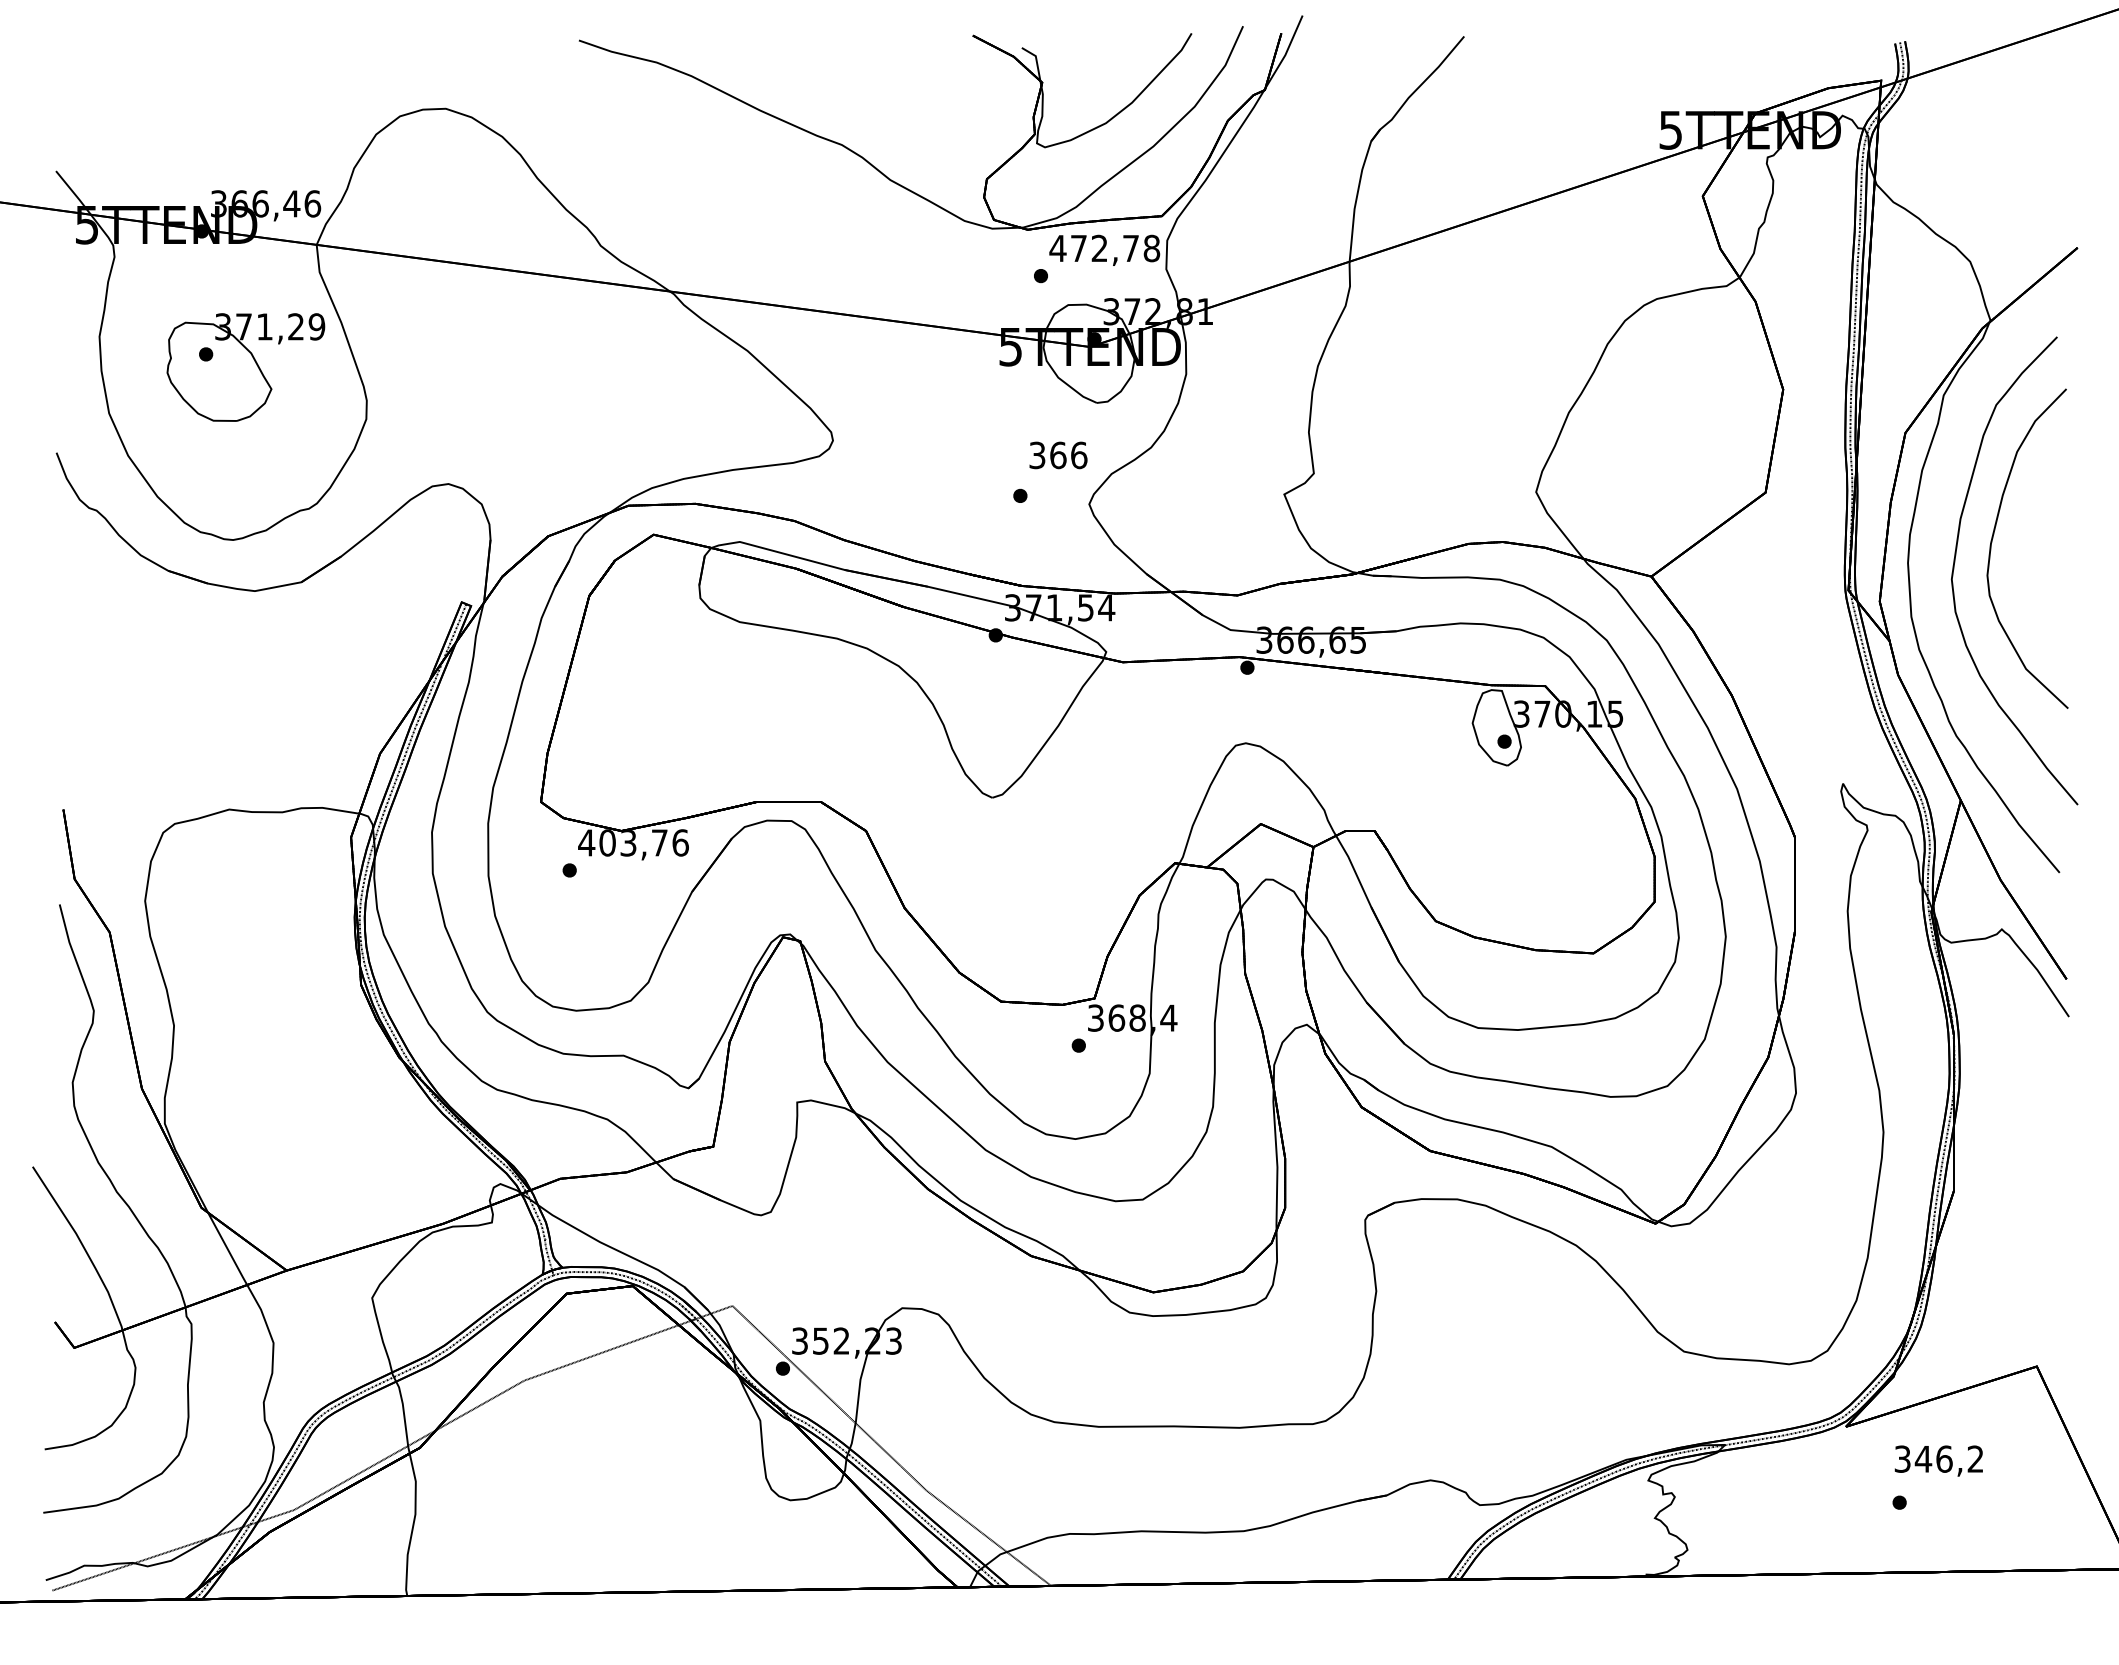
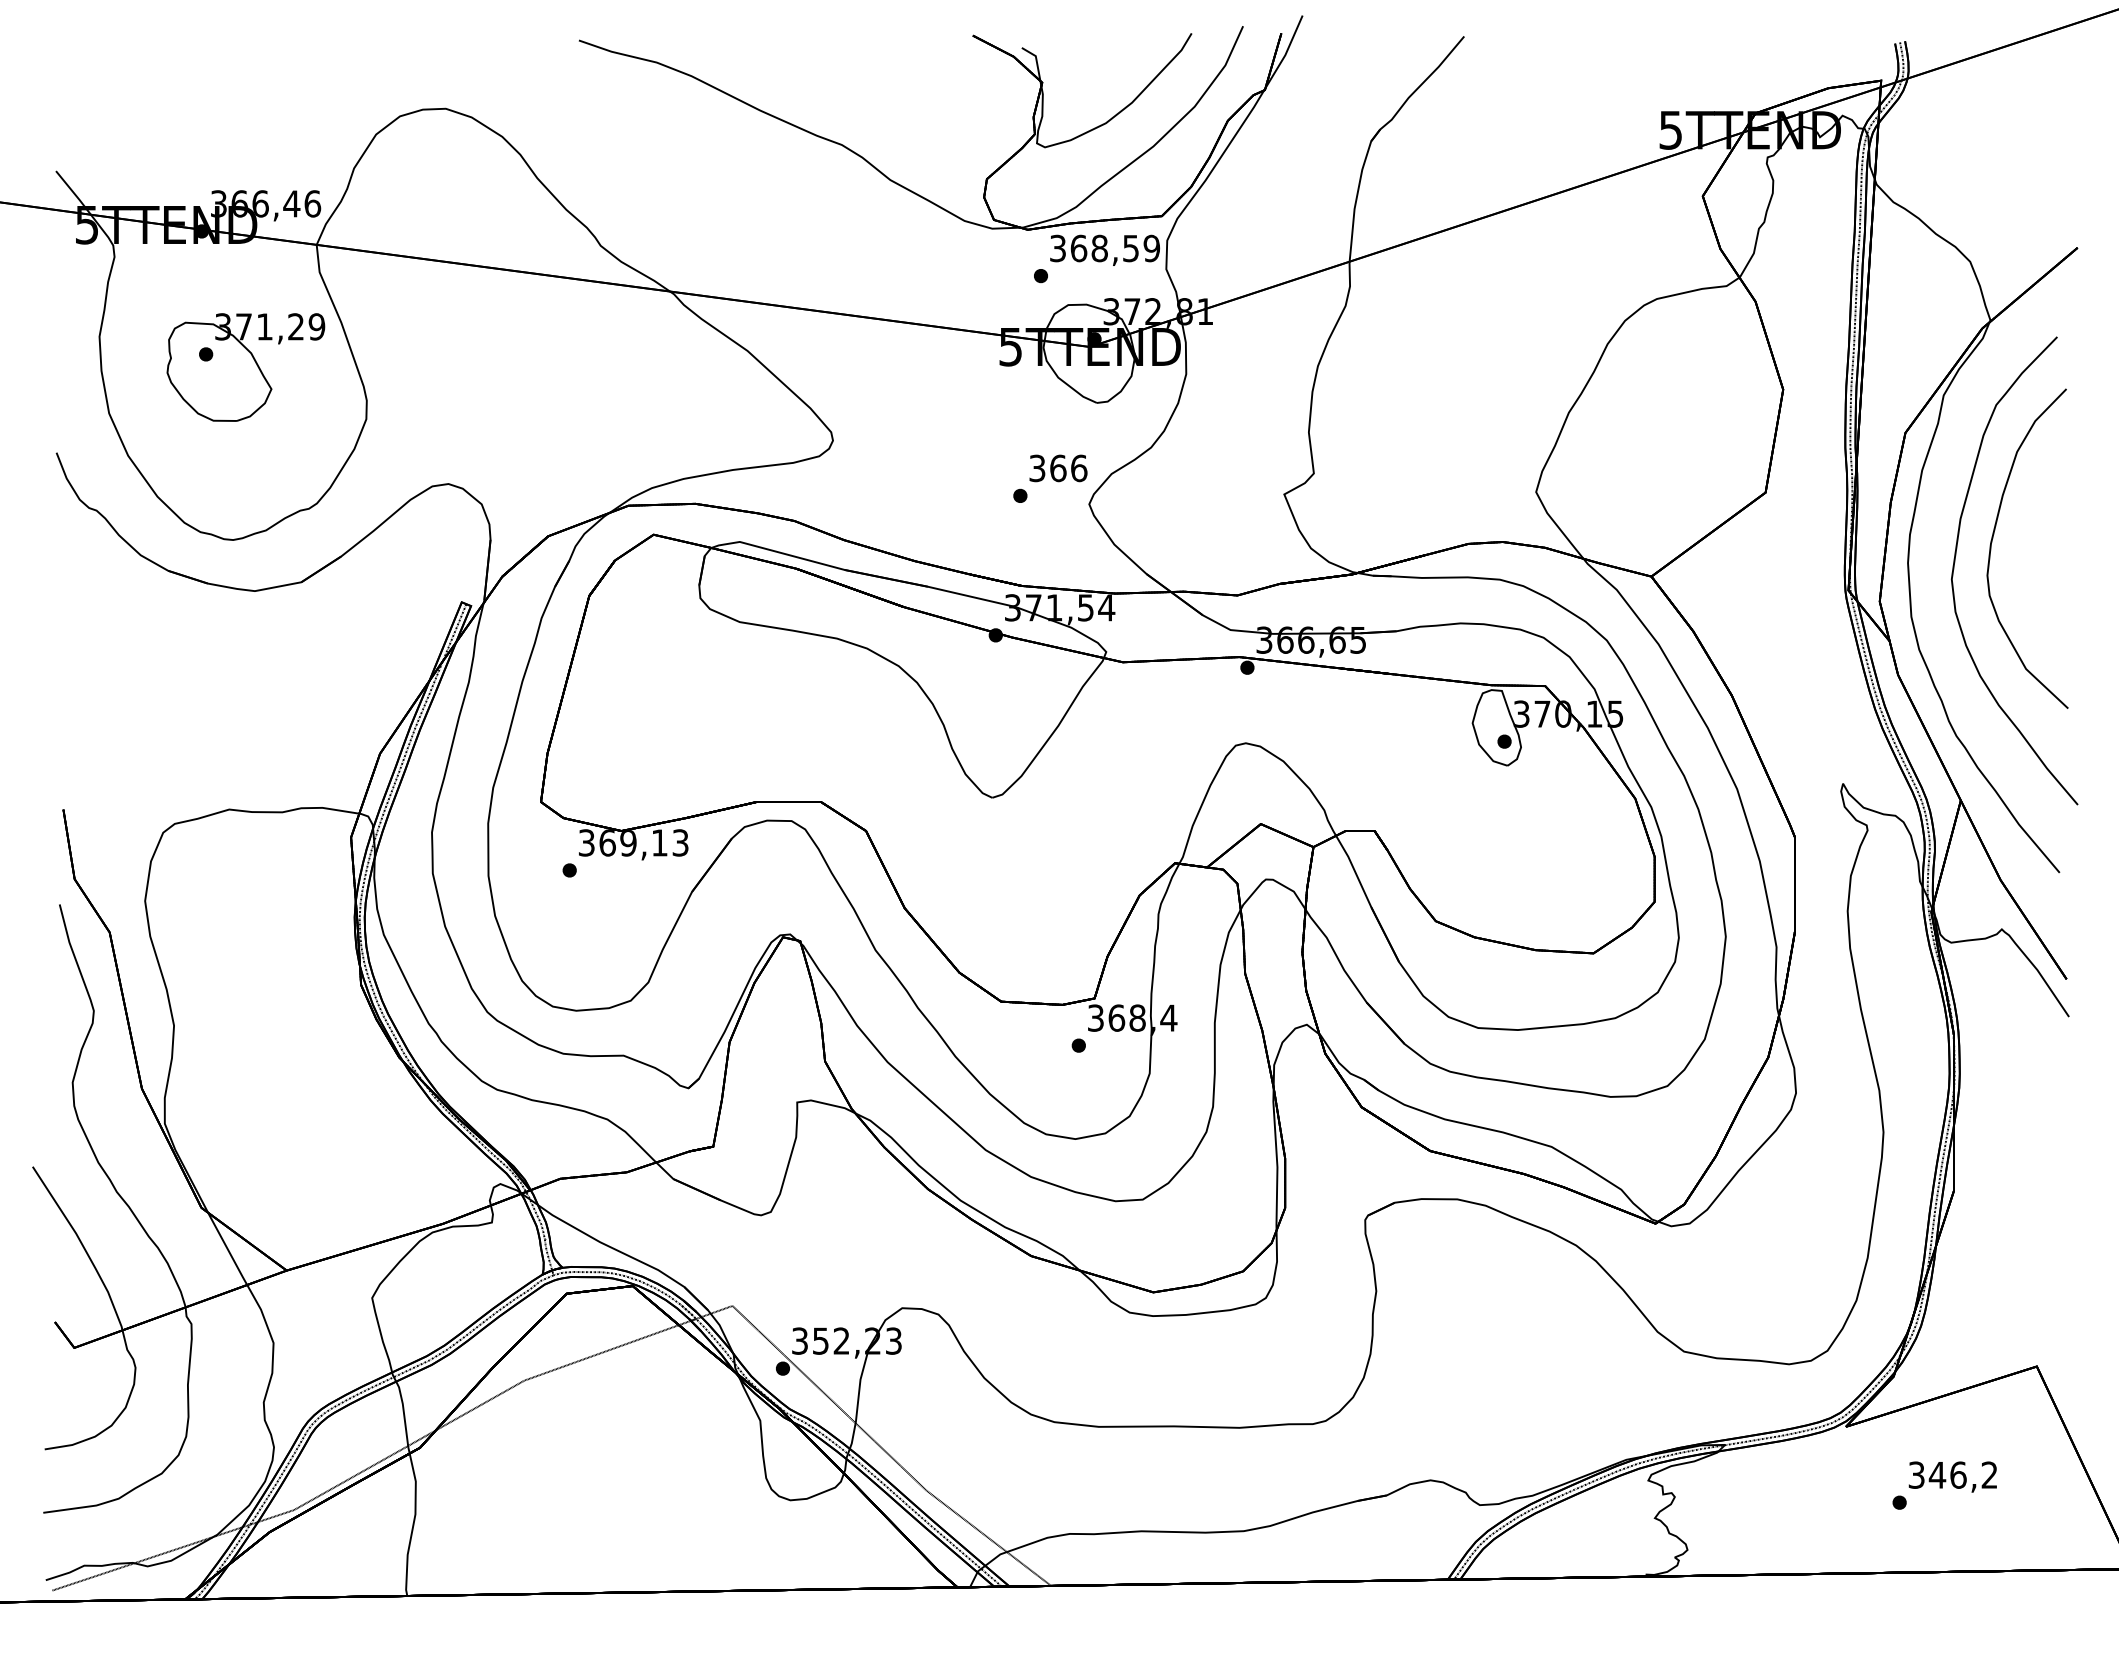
text at (1104, 248): 472,78 -> 368,59
text at (1058, 455) position: (1058, 455) -> (1058, 468)
text at (633, 842): 403,76 -> 369,13
text at (1938, 1460) position: (1938, 1460) -> (1952, 1476)
